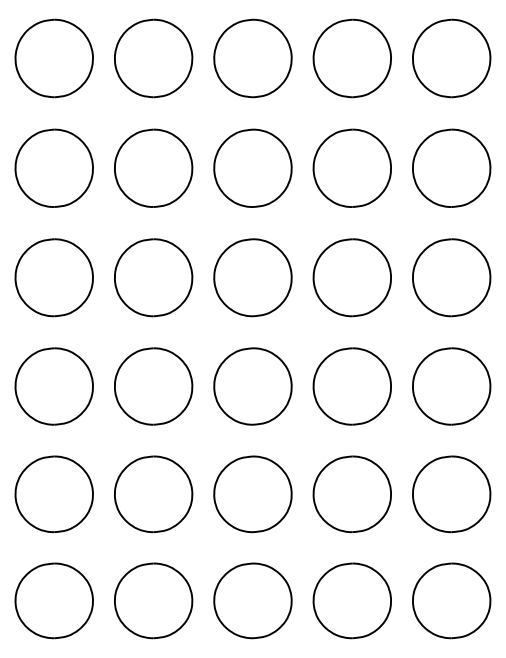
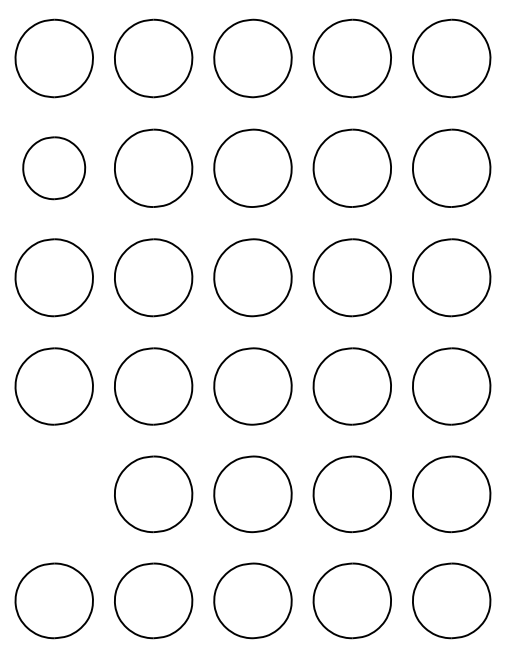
part at (53, 167) size: 80x80 px -> 65x65 px
part at (53, 494): present -> none
